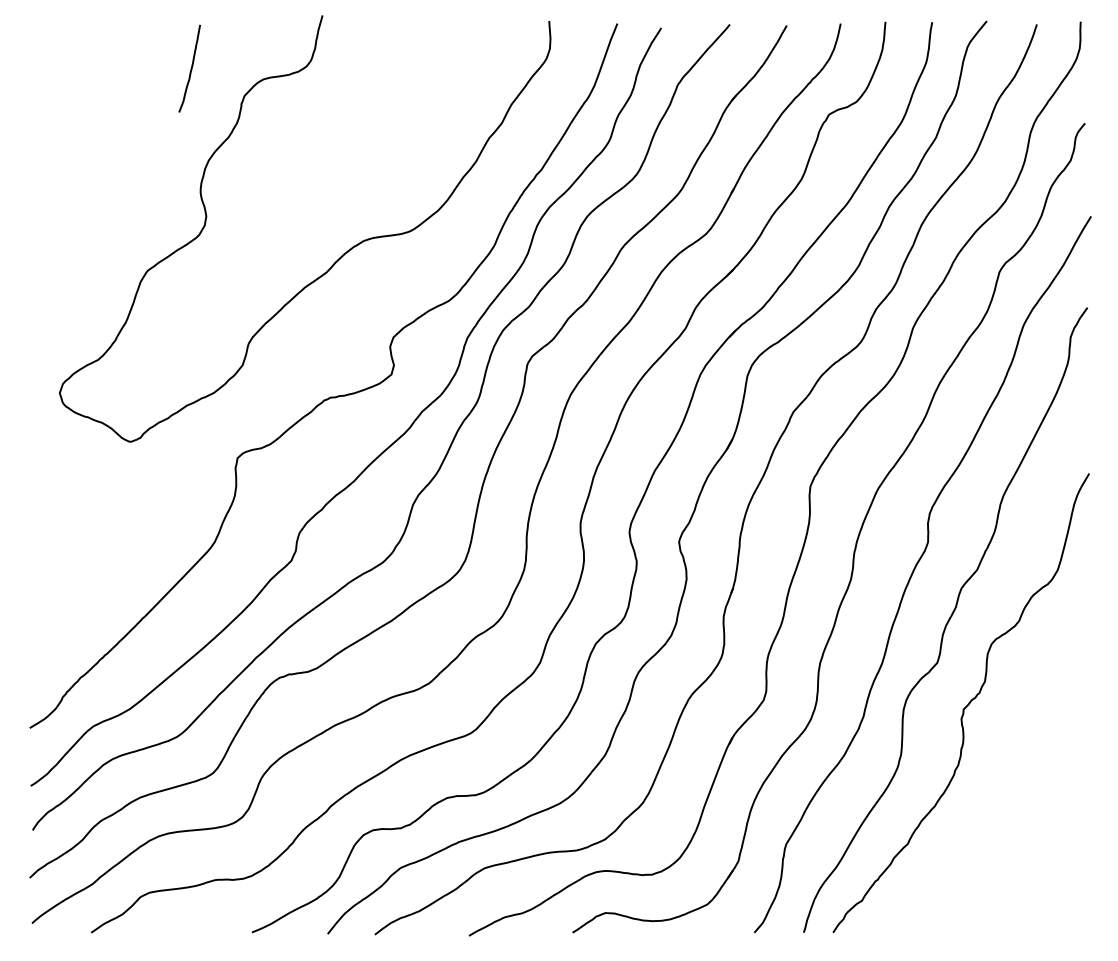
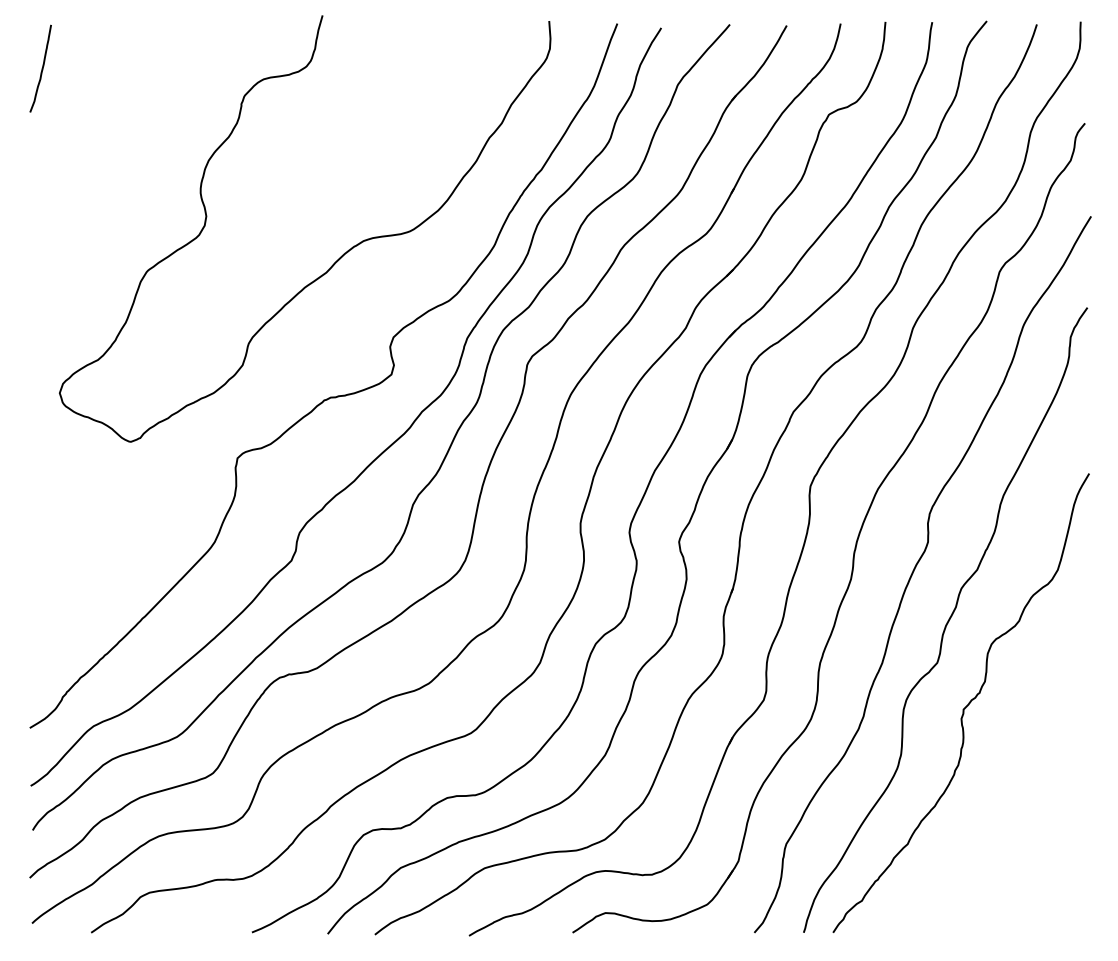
curve at (190, 68) position: (190, 68) -> (41, 68)
